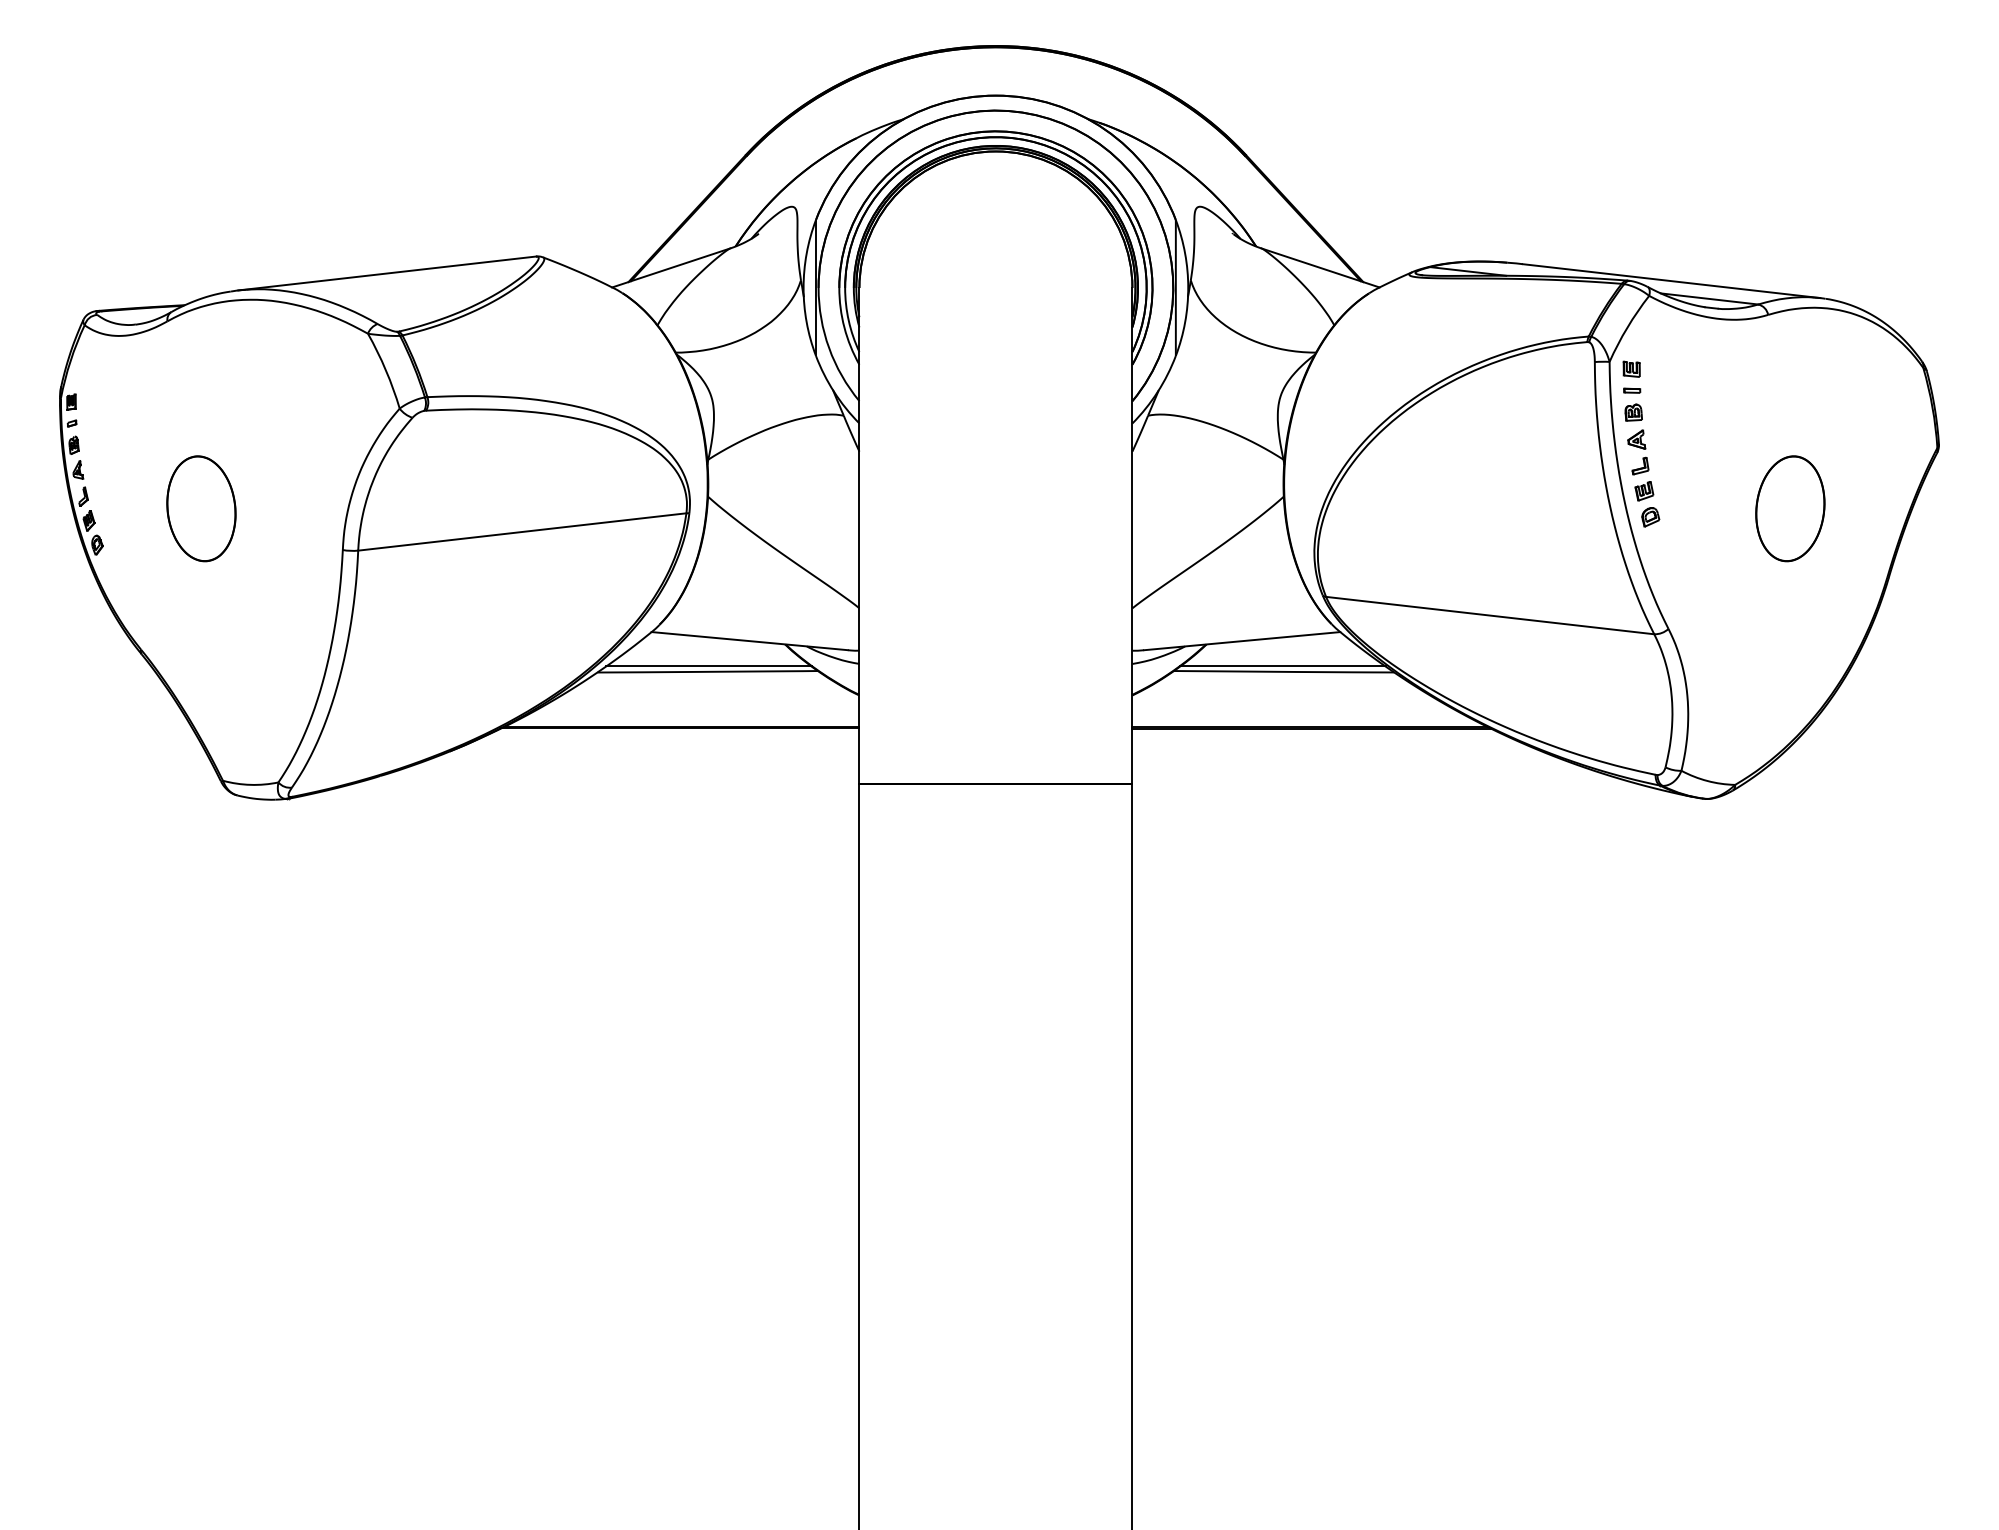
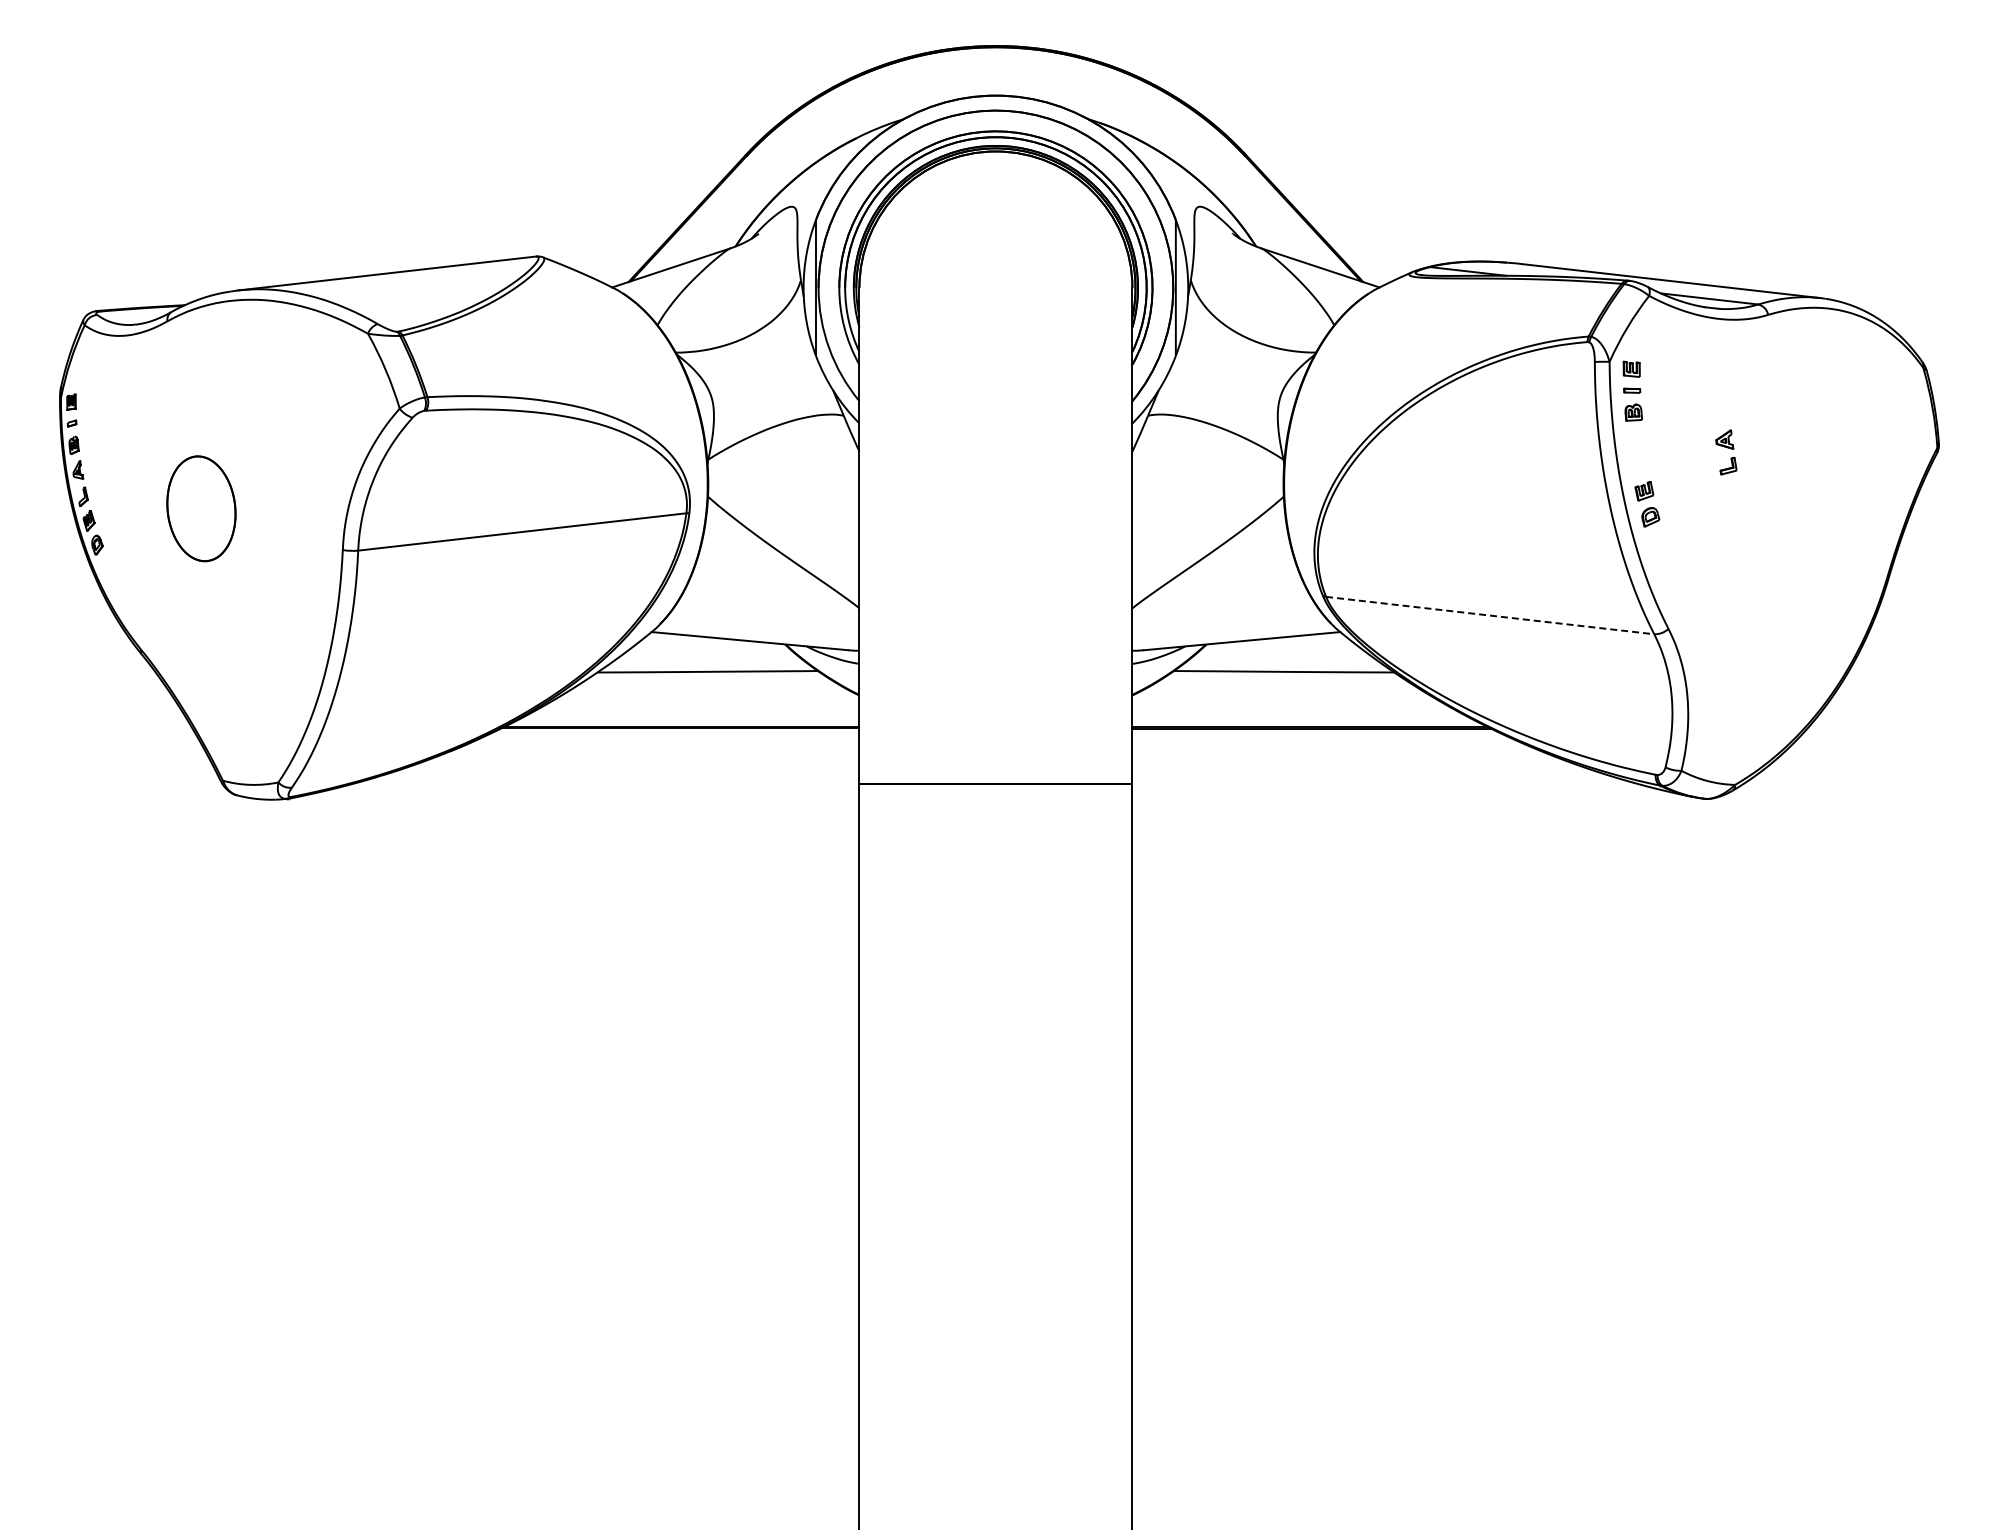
part at (1638, 452) position: (1638, 452) -> (1726, 452)
part at (1790, 508): present -> none
line at (1490, 615): solid -> dashed
line at (708, 666): present -> none
line at (1282, 666): present -> none
